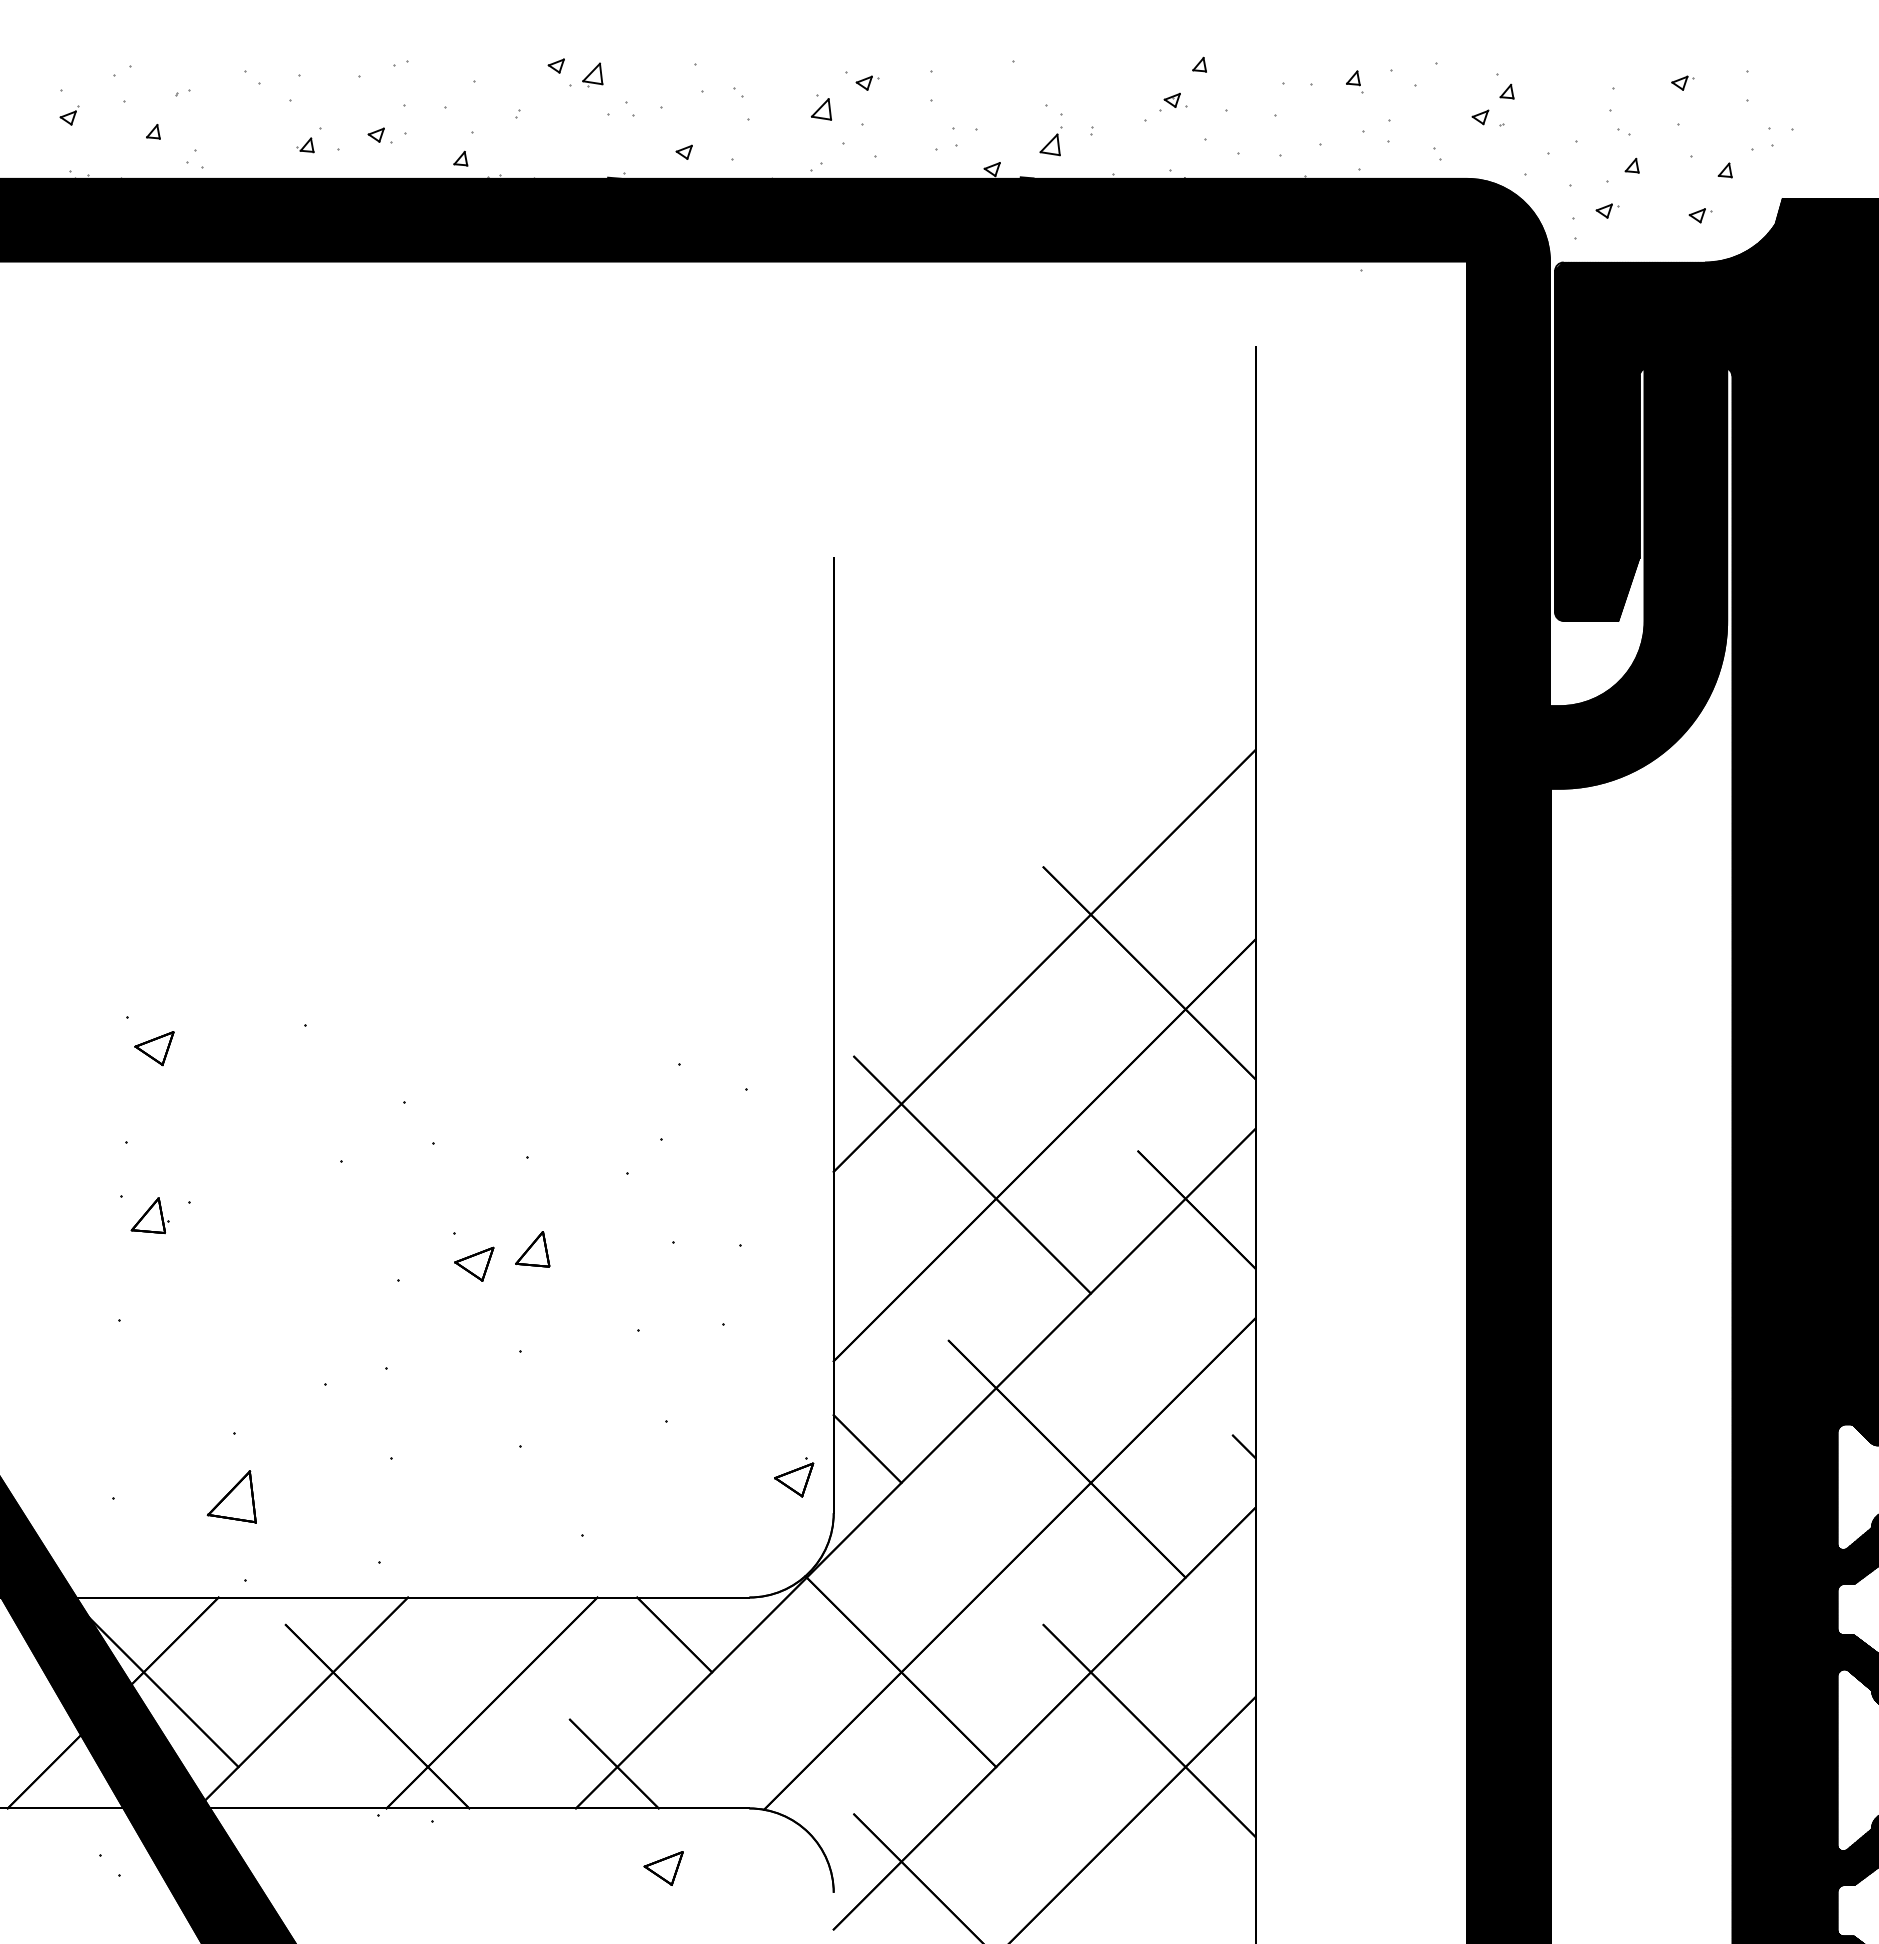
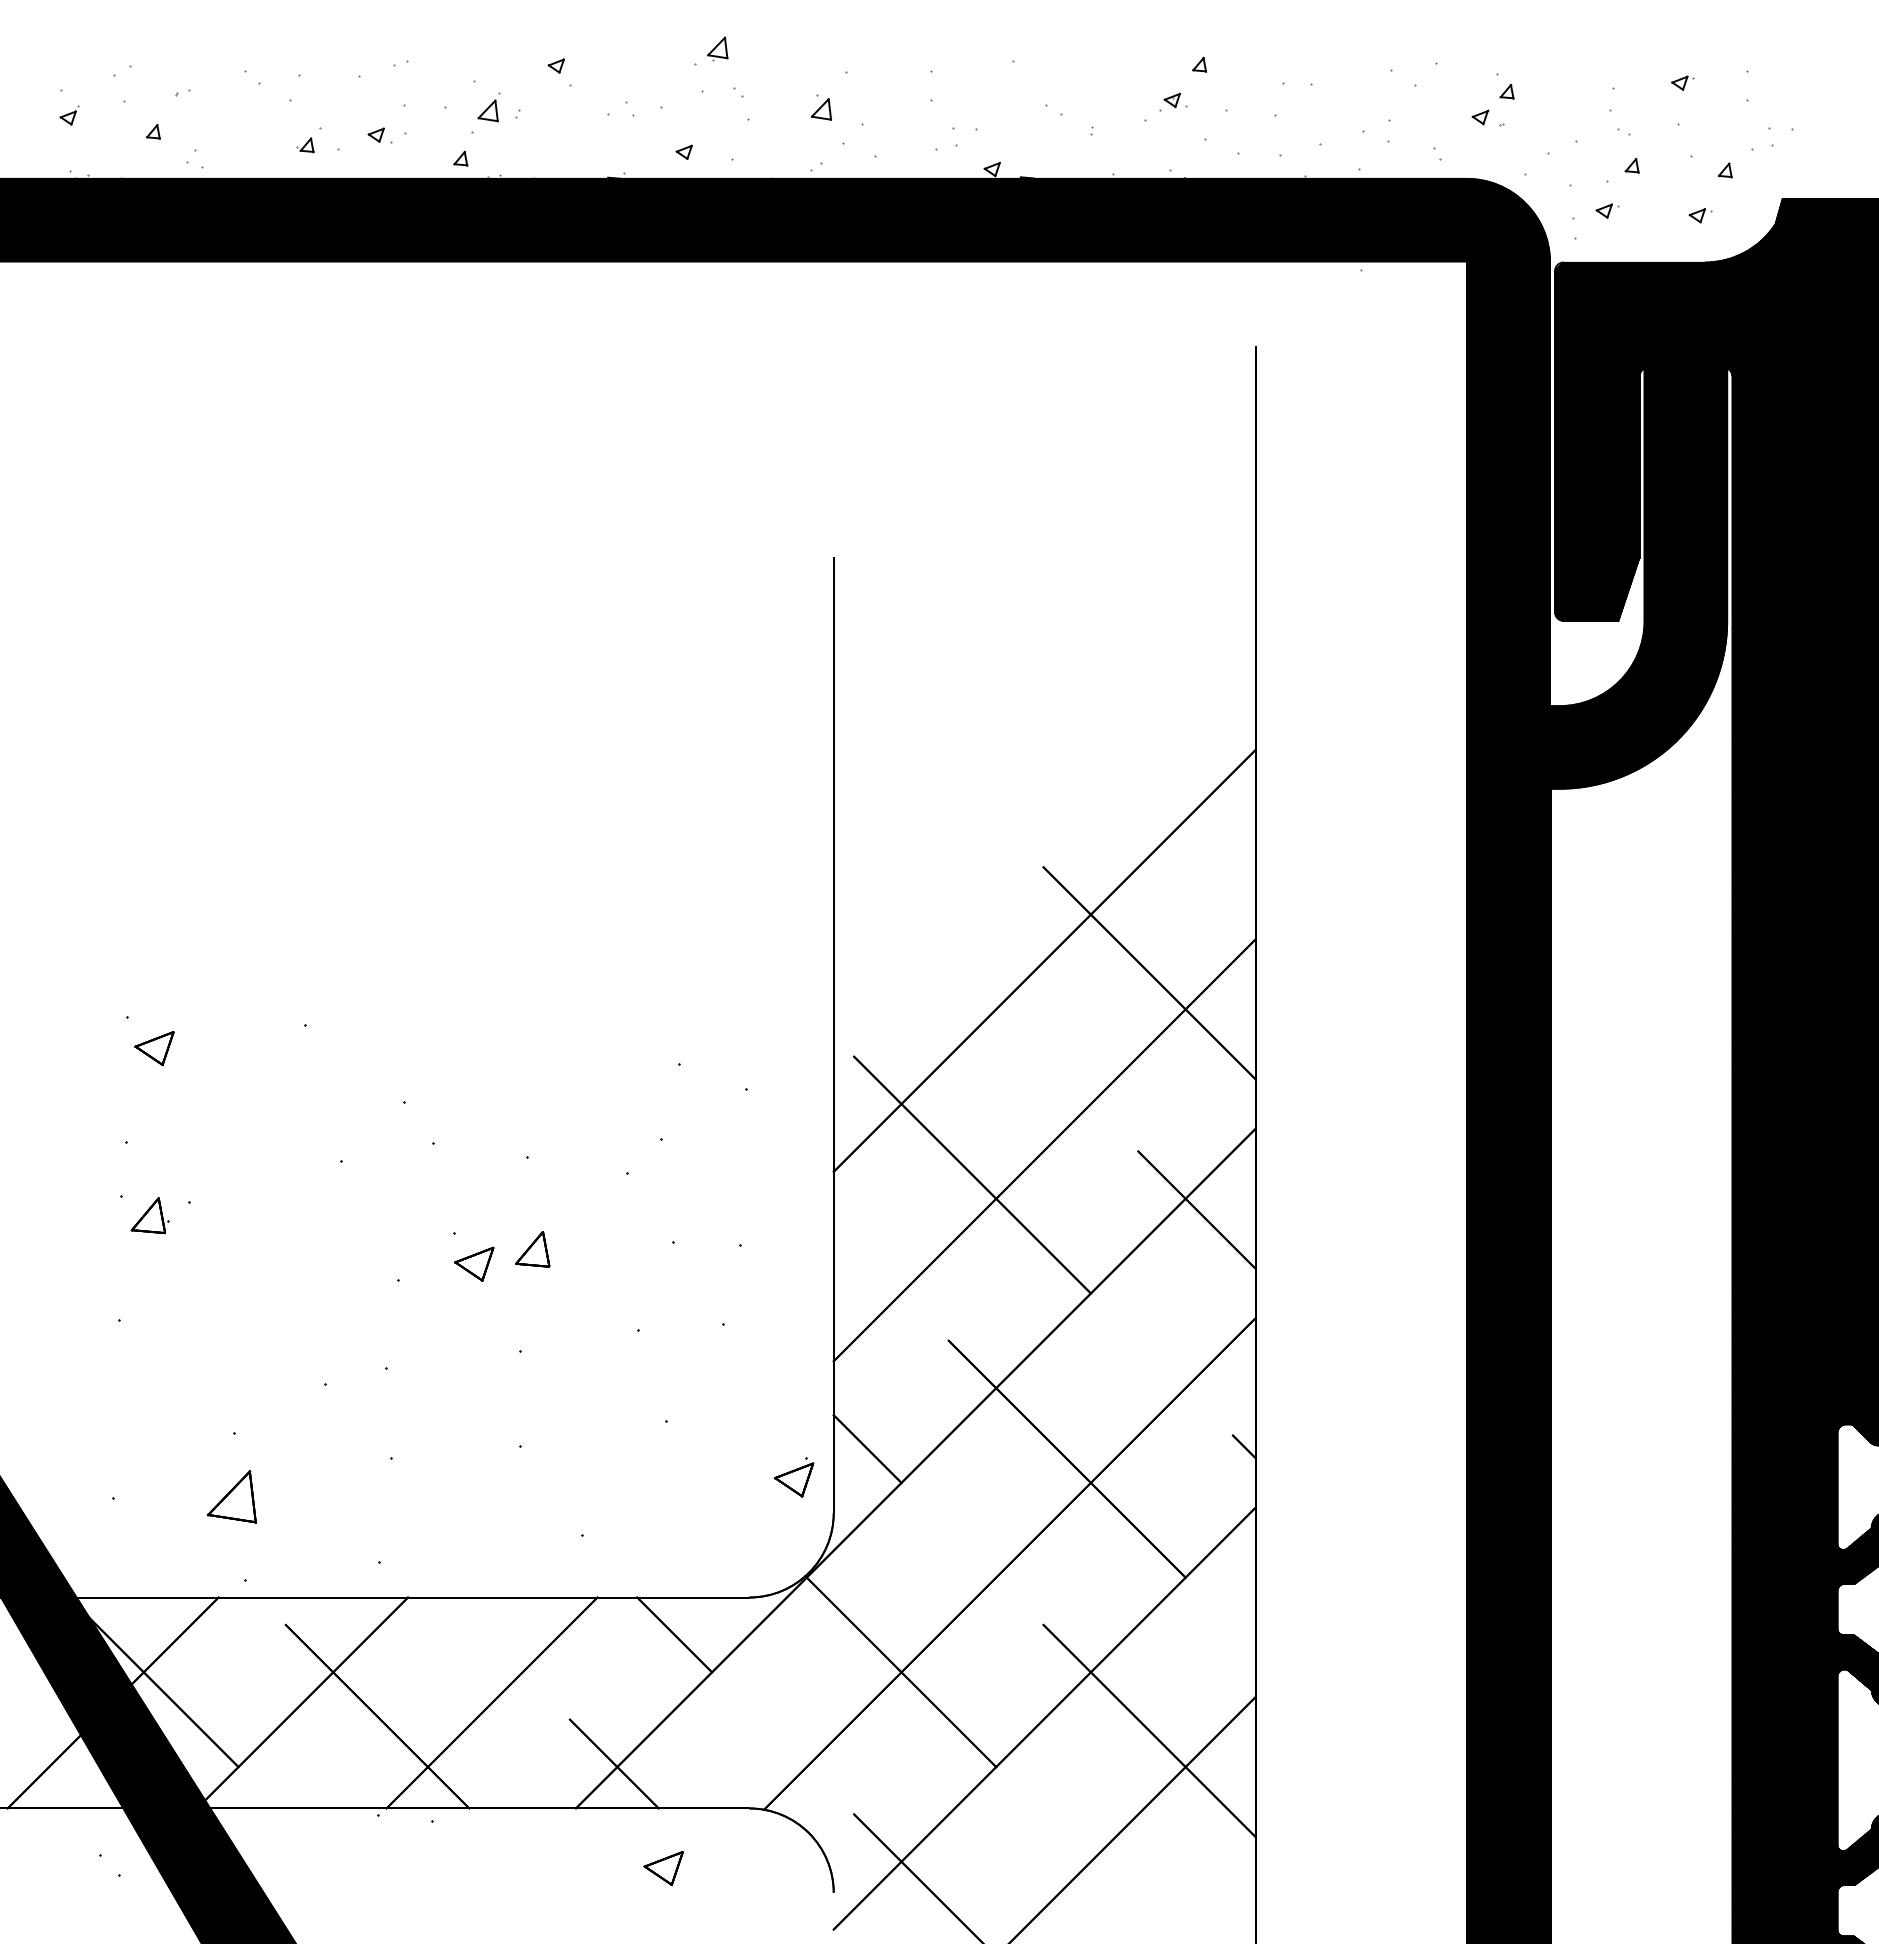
part at (592, 74) position: (592, 74) -> (717, 48)
part at (1354, 81): present -> none
part at (867, 82): present -> none
part at (1050, 141) position: (1050, 141) -> (488, 107)
